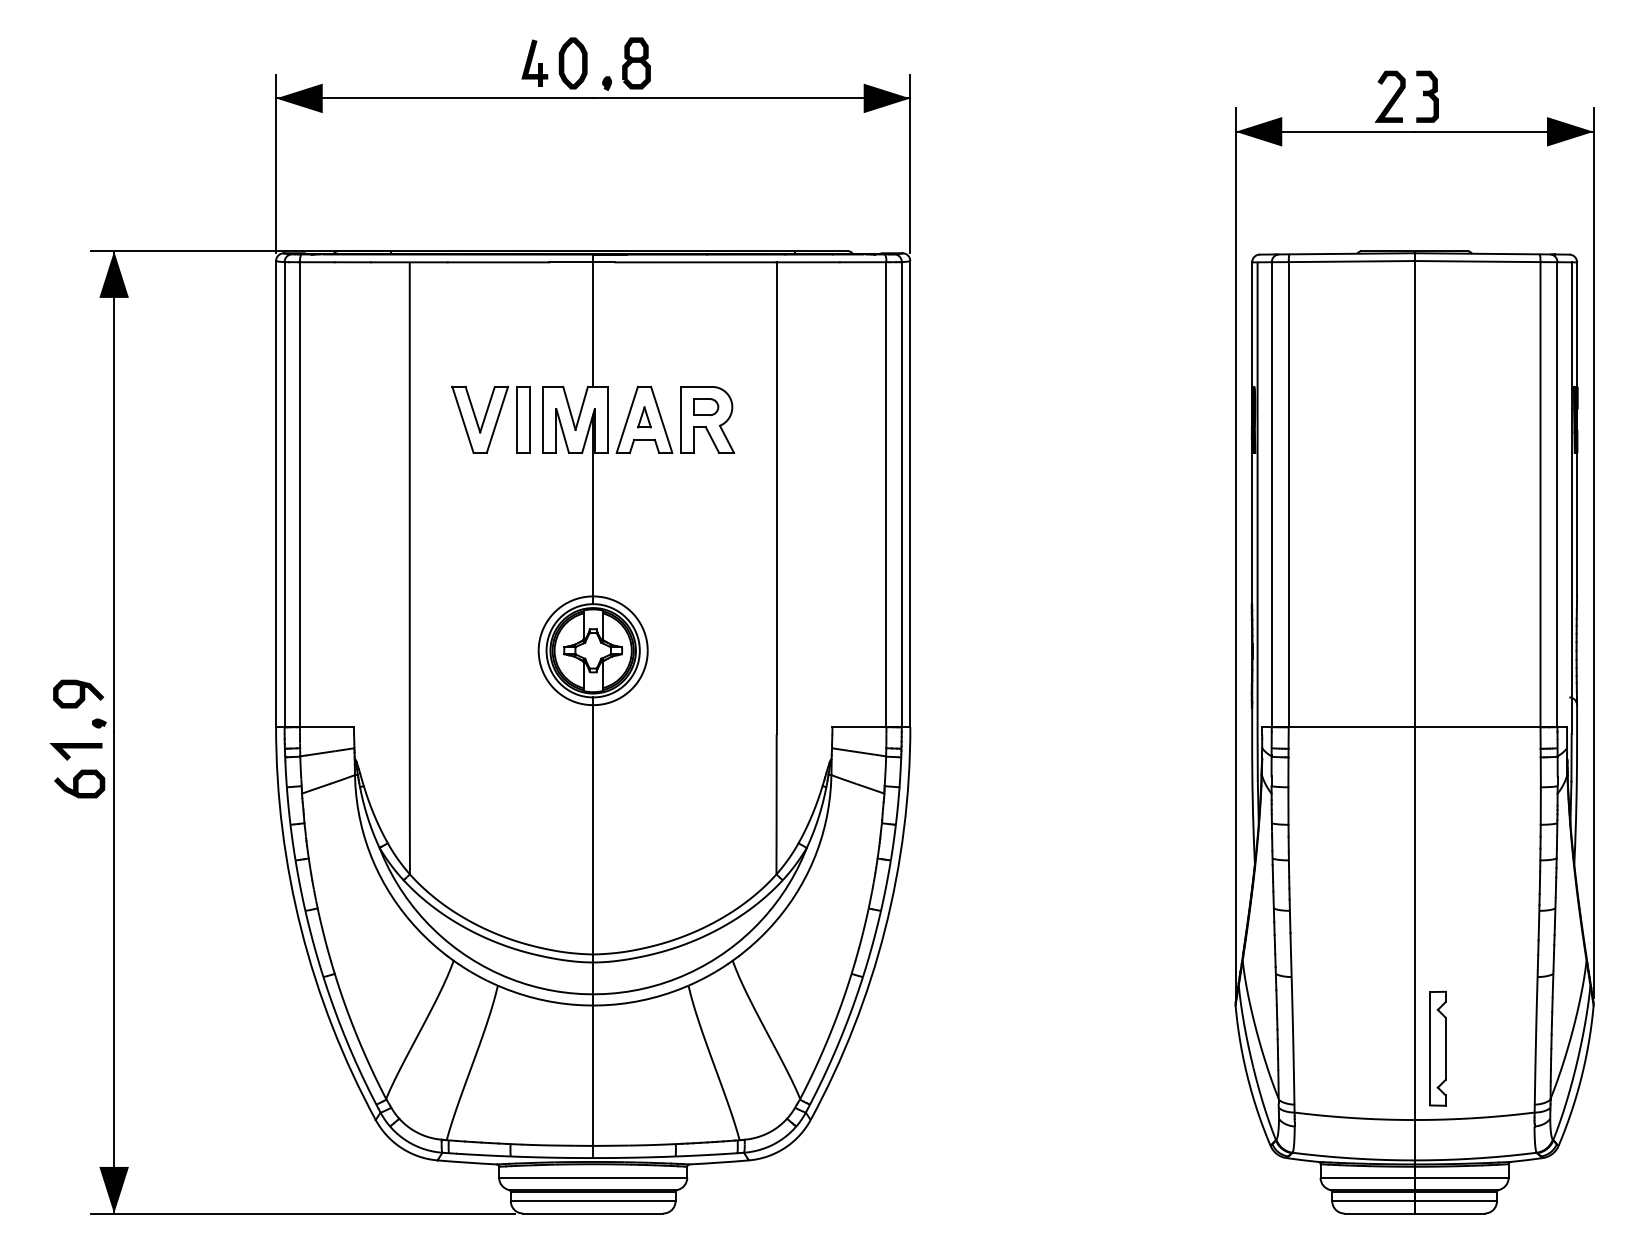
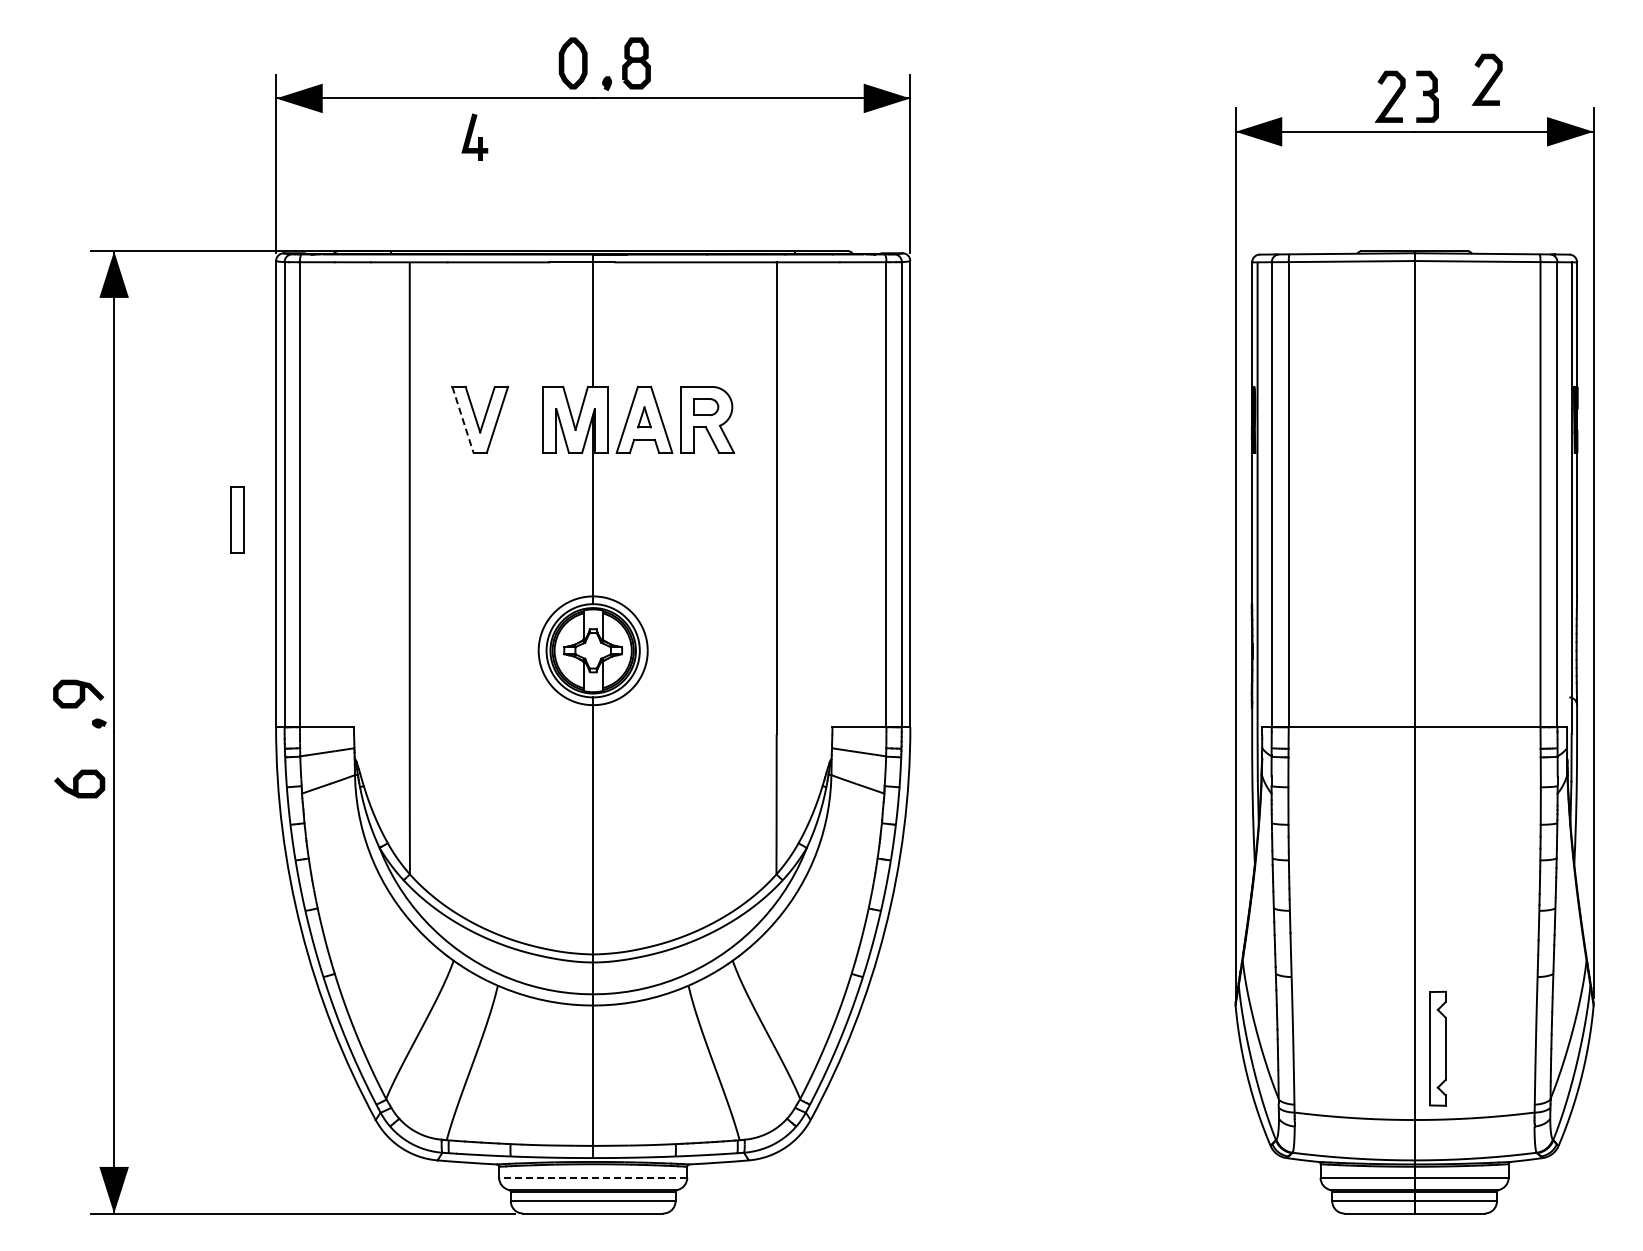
part at (534, 62) position: (534, 62) -> (474, 136)
curve at (1488, 81): none -> present
line at (463, 419): solid -> dashed
part at (523, 419) position: (523, 419) -> (237, 519)
line at (75, 748): present -> none
line at (592, 1177): solid -> dashed
